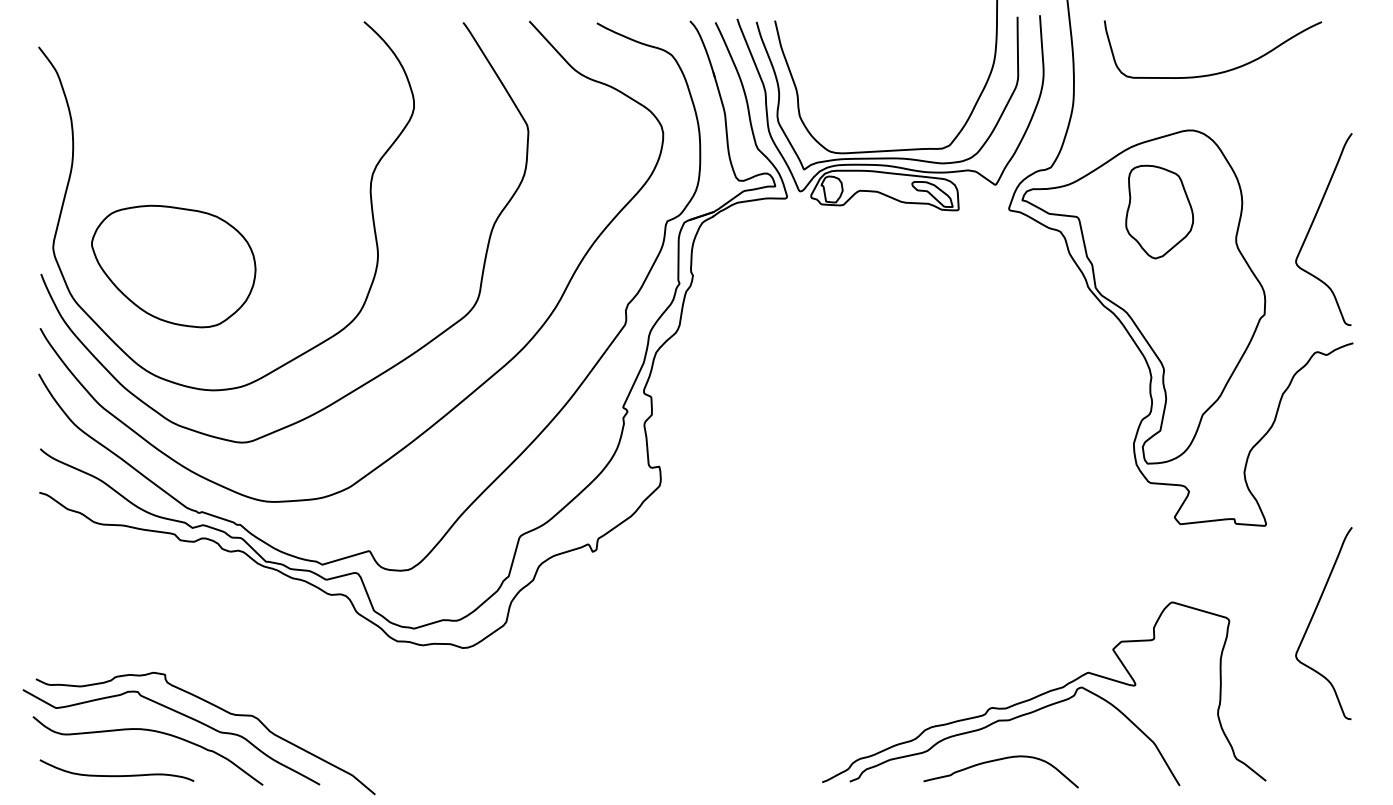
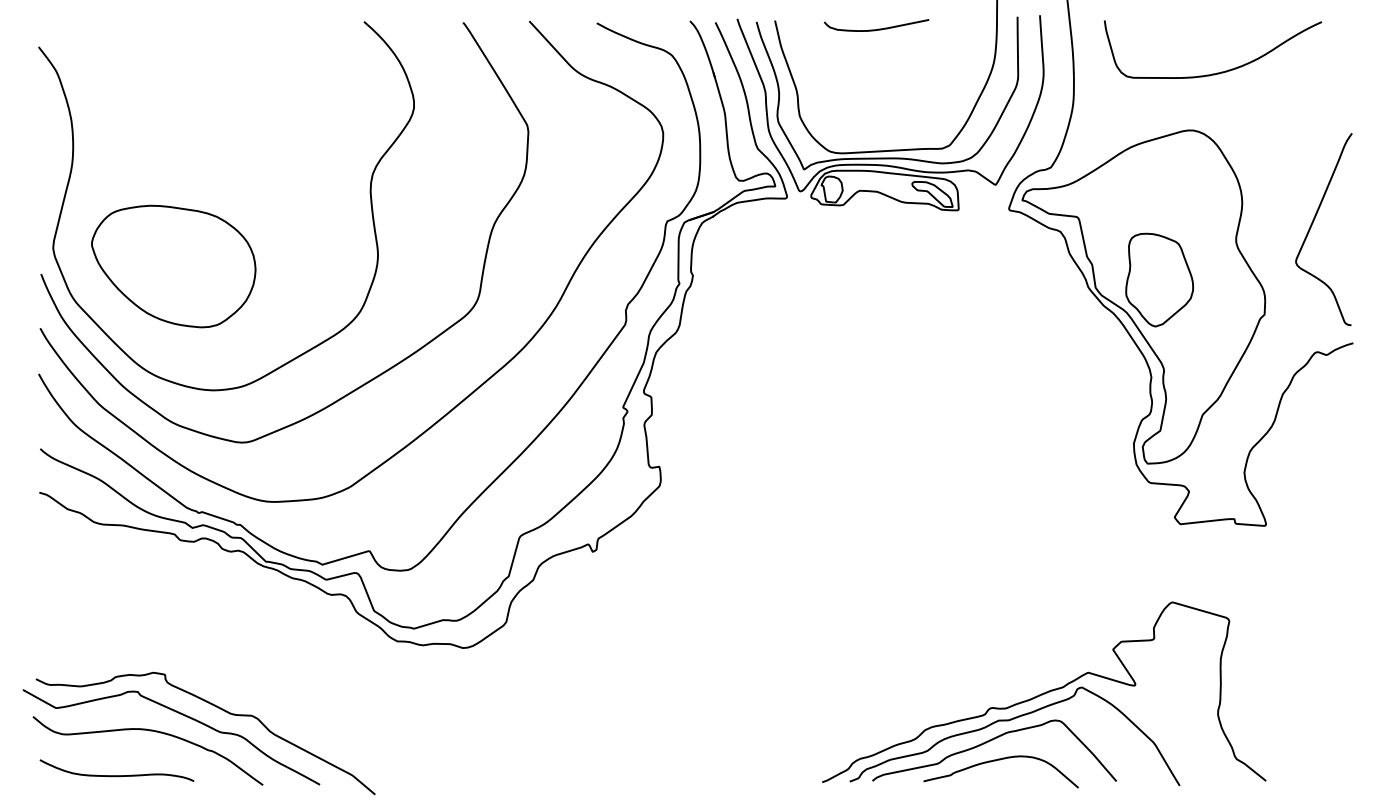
curve at (878, 28): none -> present
part at (1159, 211) position: (1159, 211) -> (1159, 279)
curve at (1313, 617): present -> none
curve at (990, 741): none -> present
